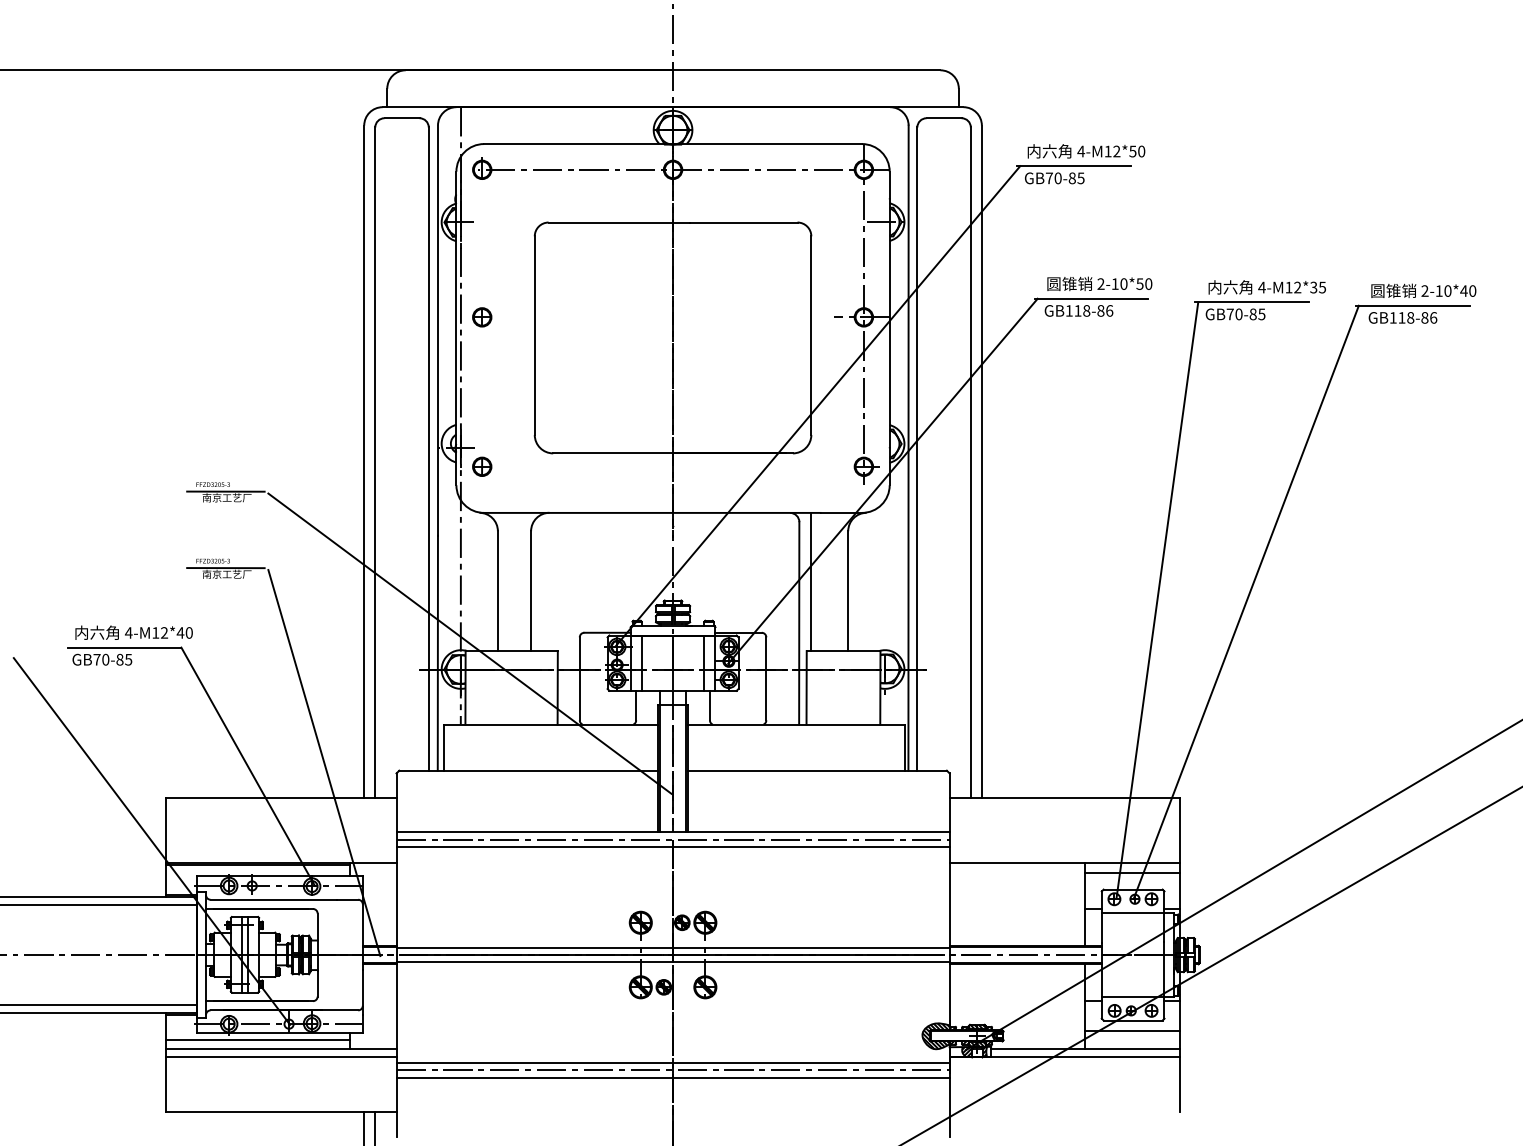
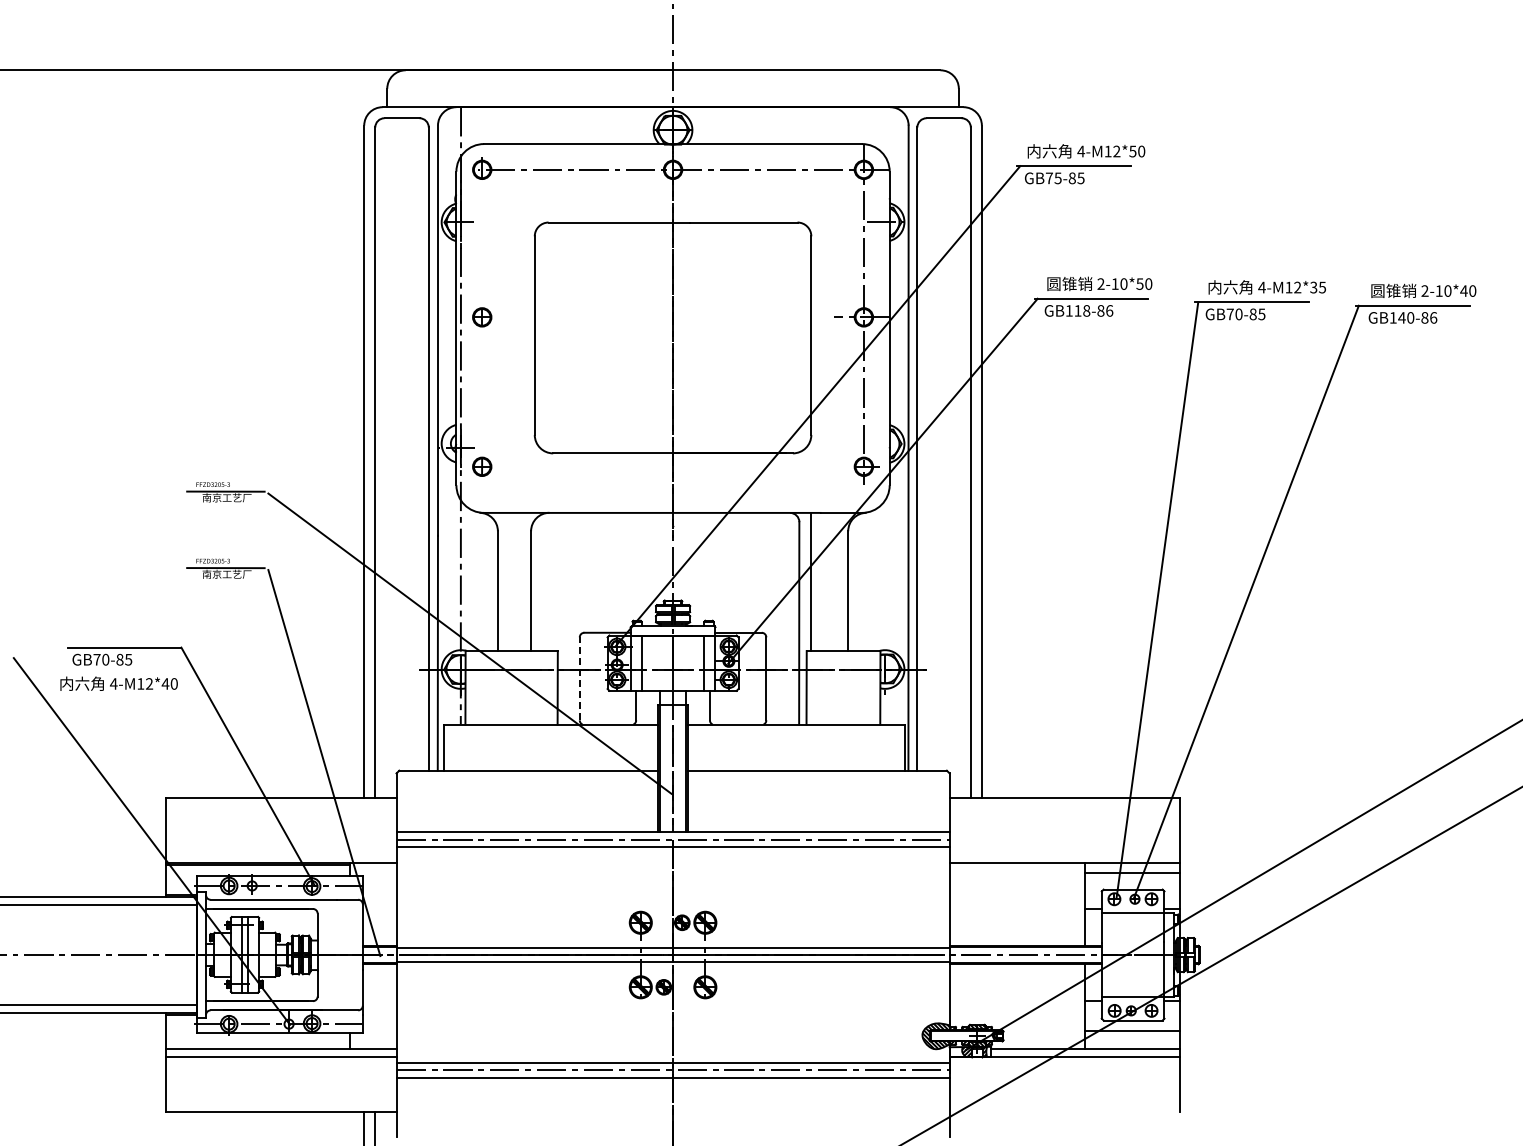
text at (1057, 178): 70-85 -> 75-85
text at (1406, 317): 118-86 -> 140-86
text at (133, 632) position: (133, 632) -> (118, 683)
line at (579, 678): solid -> dashed
line at (258, 1039): present -> none
